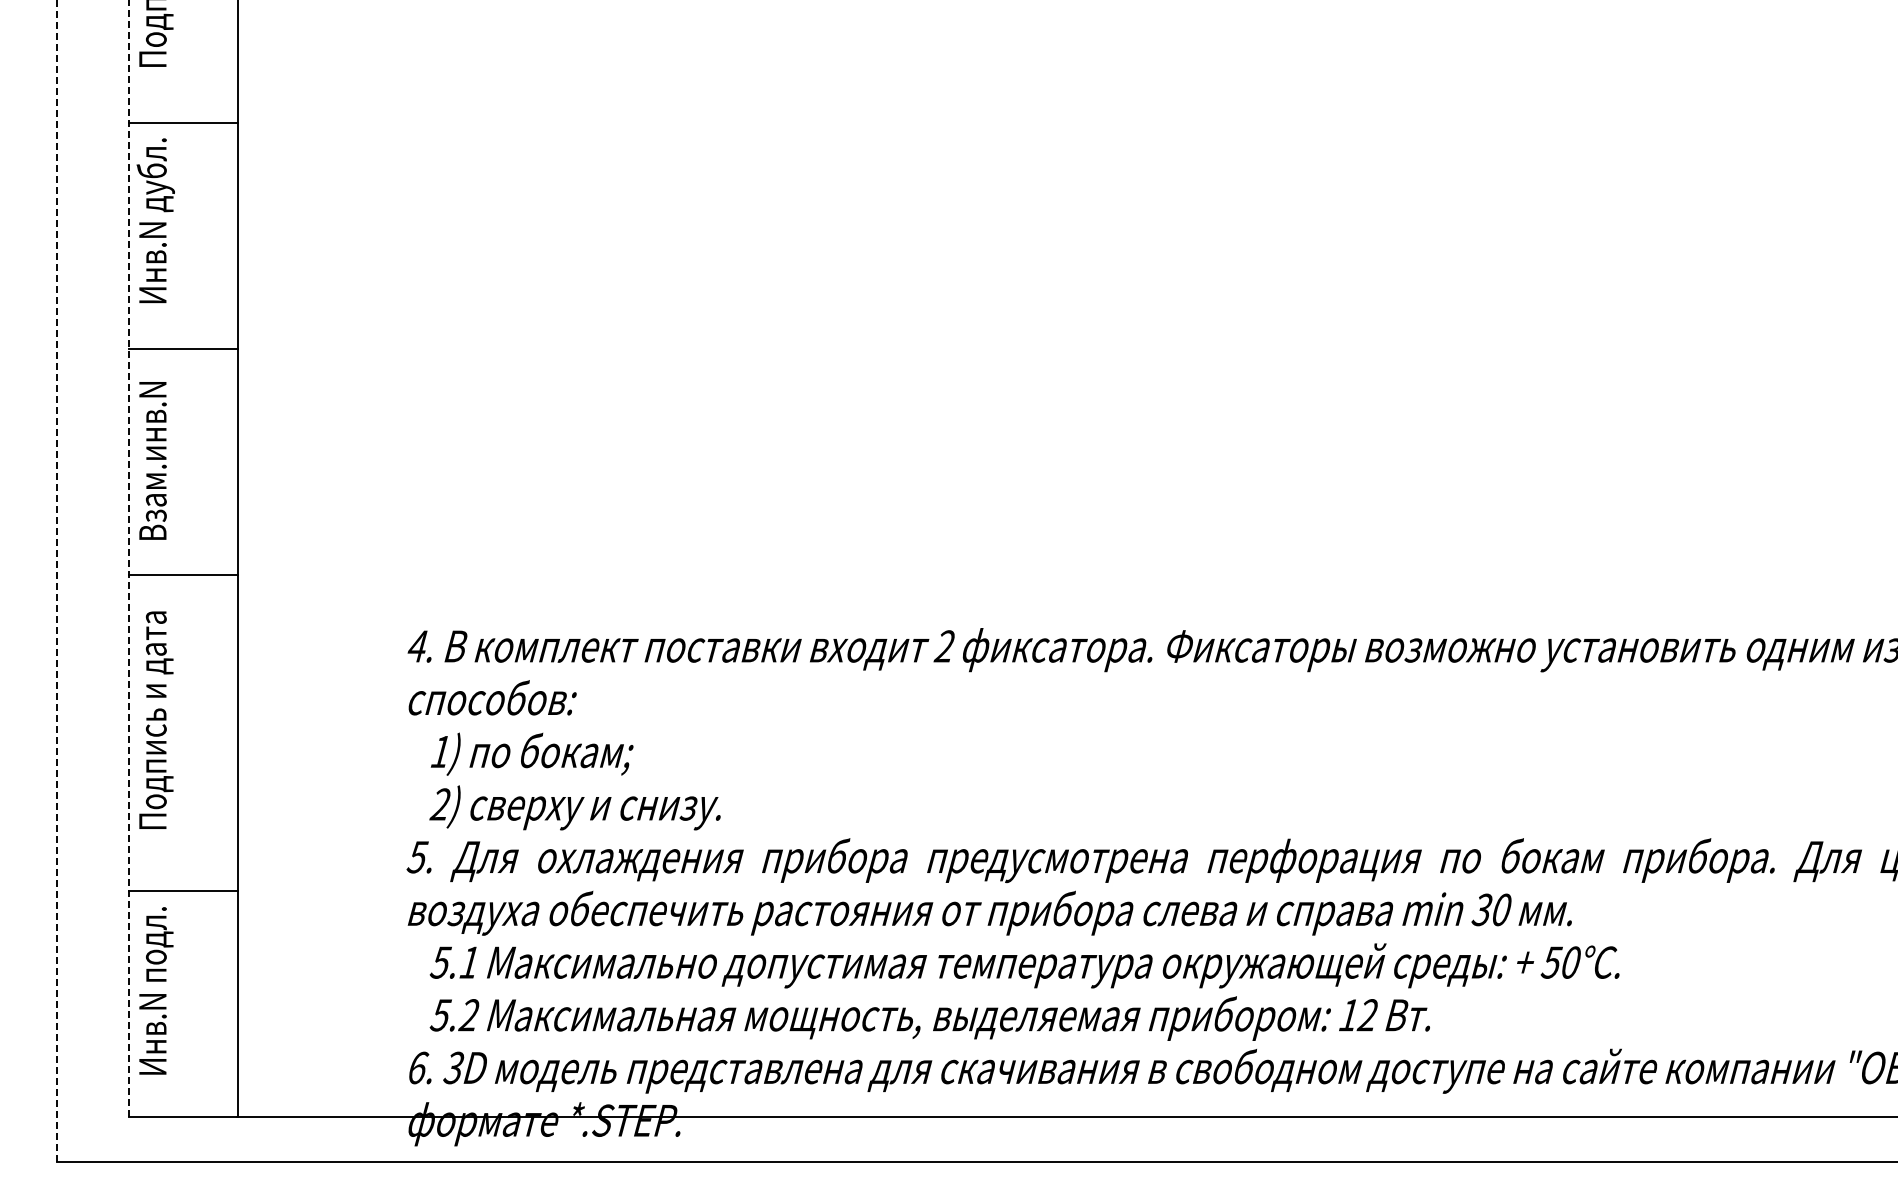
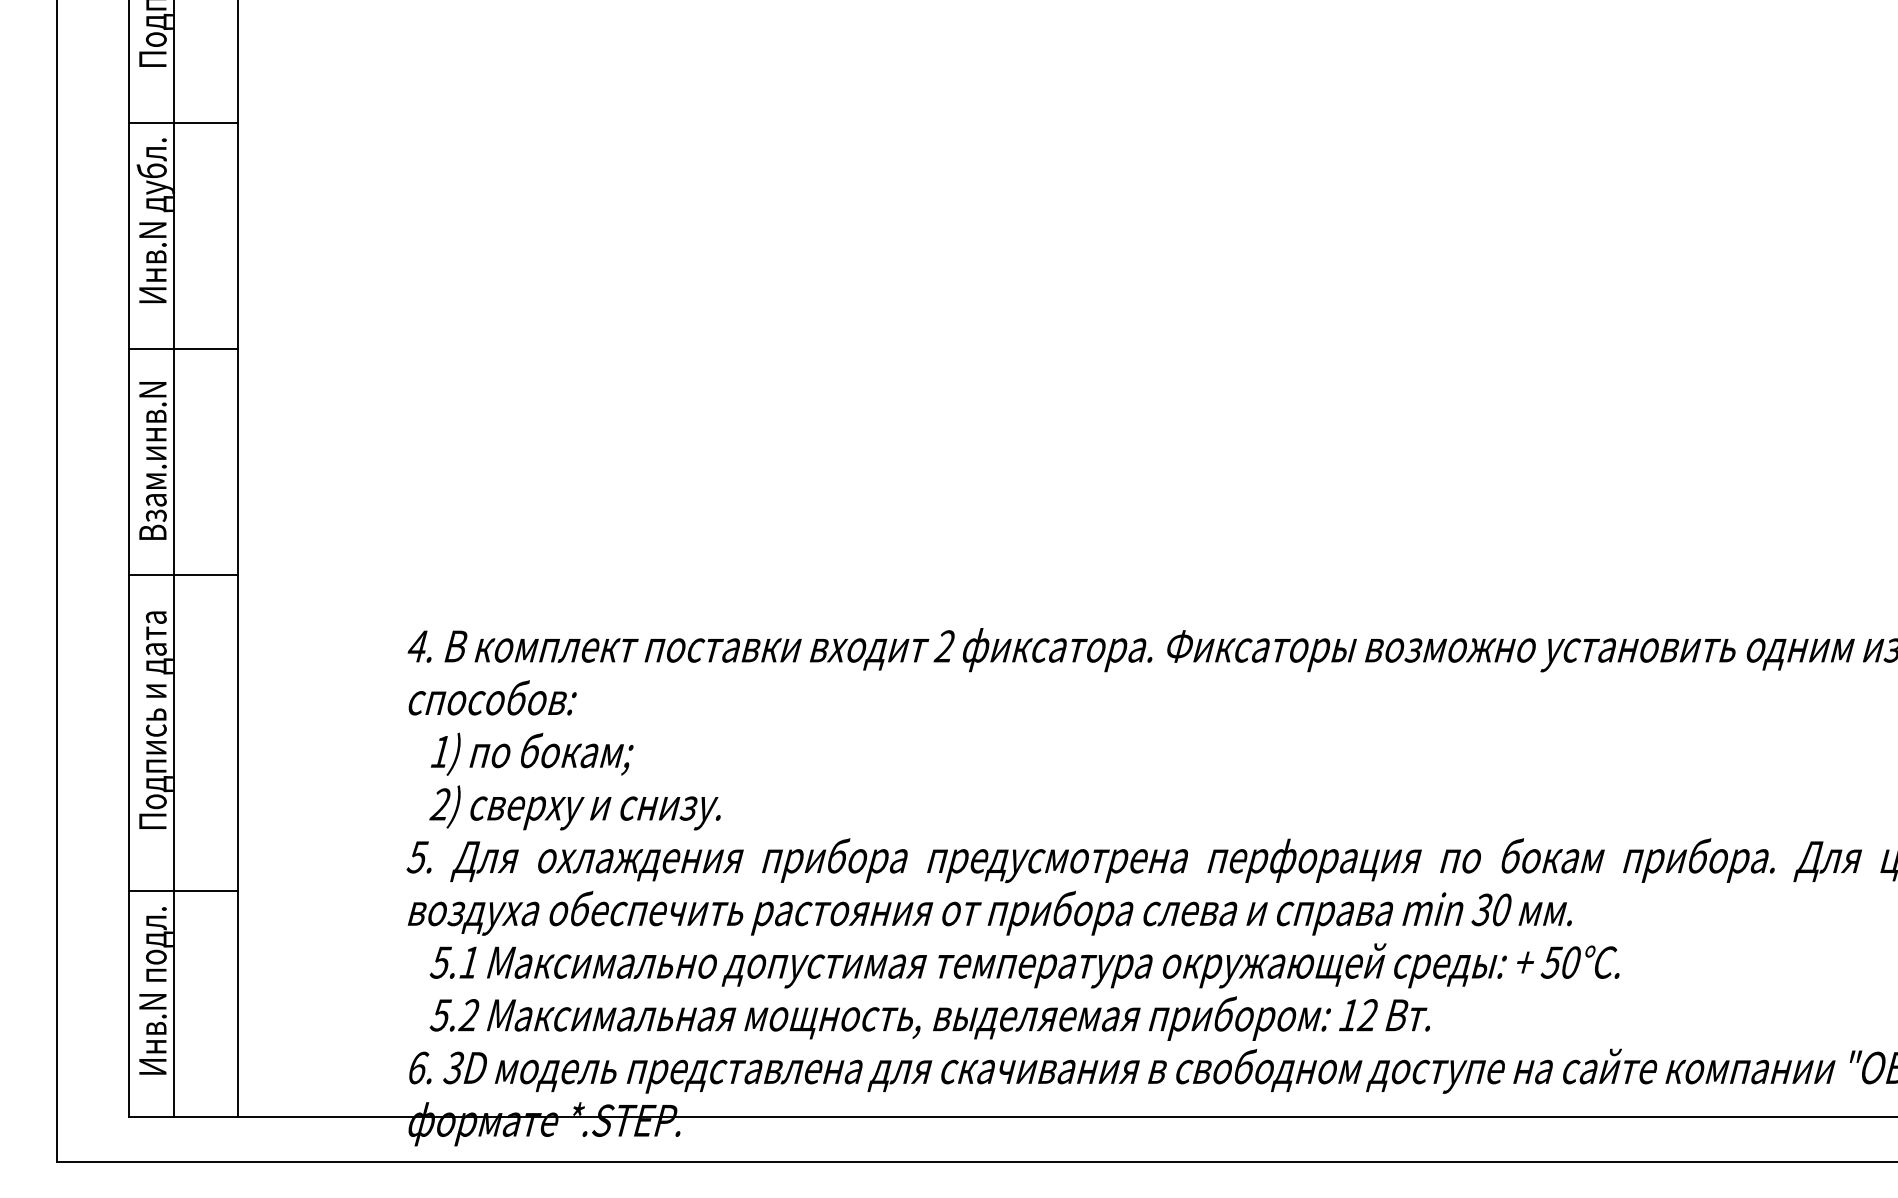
line at (129, 558): dashed -> solid
line at (174, 559): none -> present
line at (56, 581): dashed -> solid
